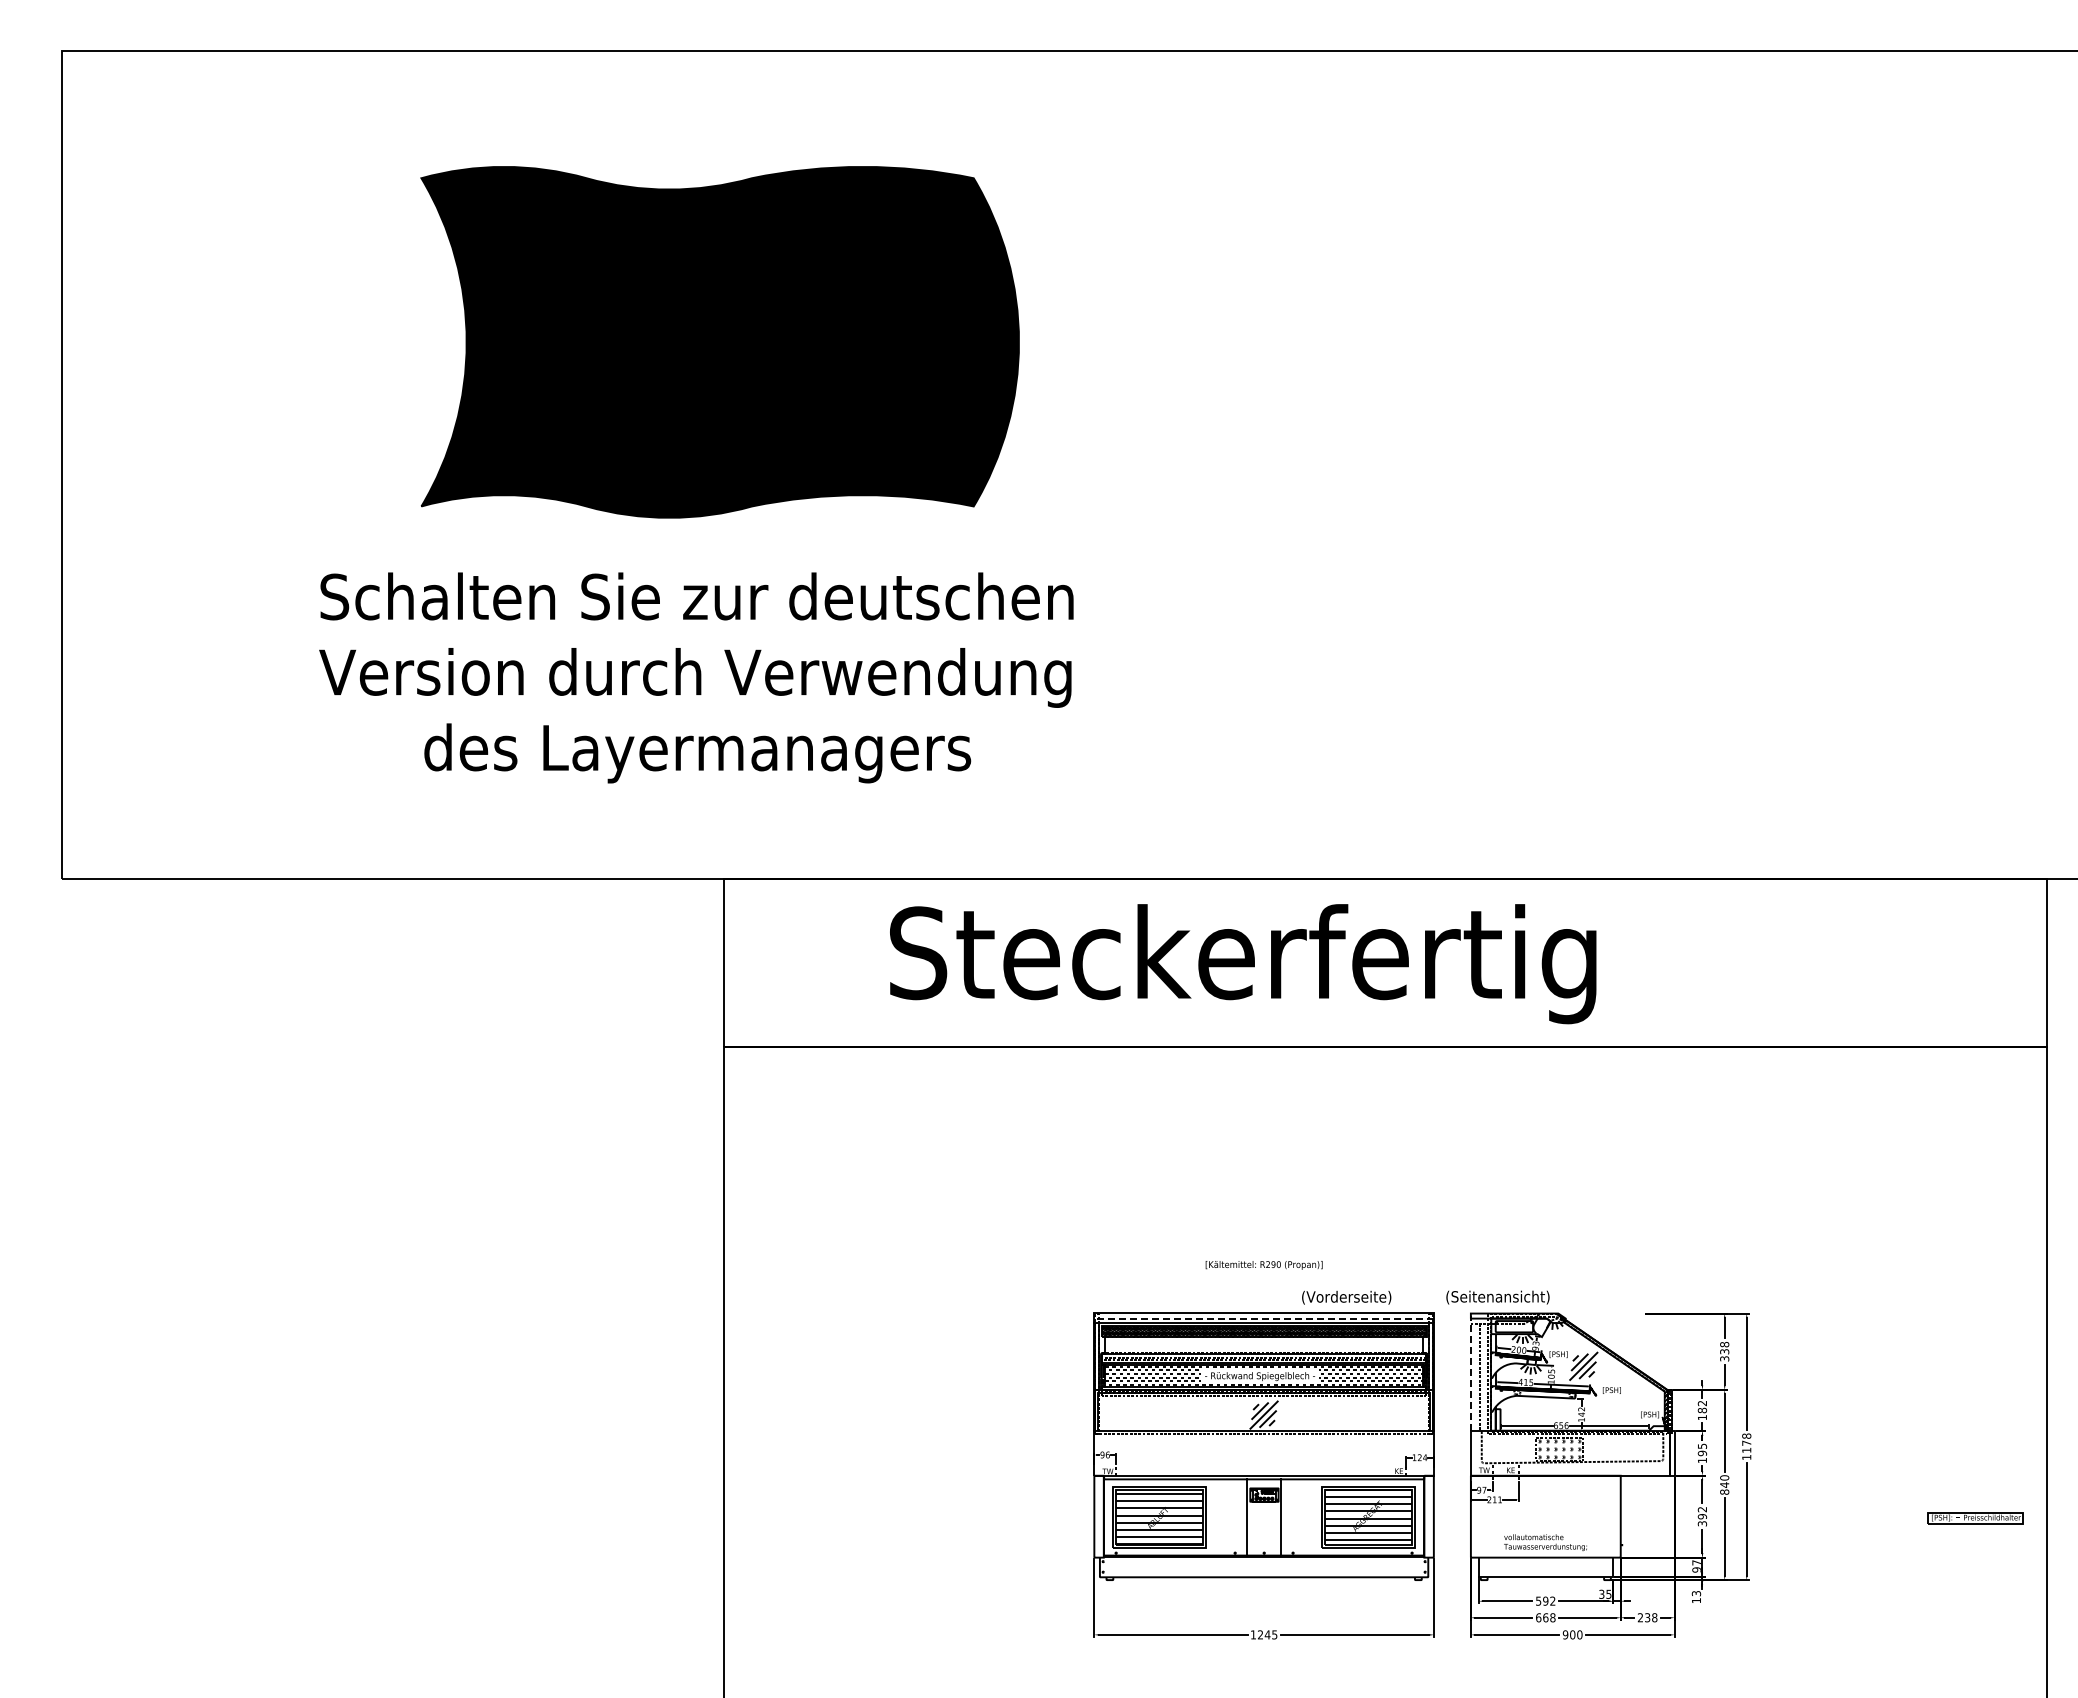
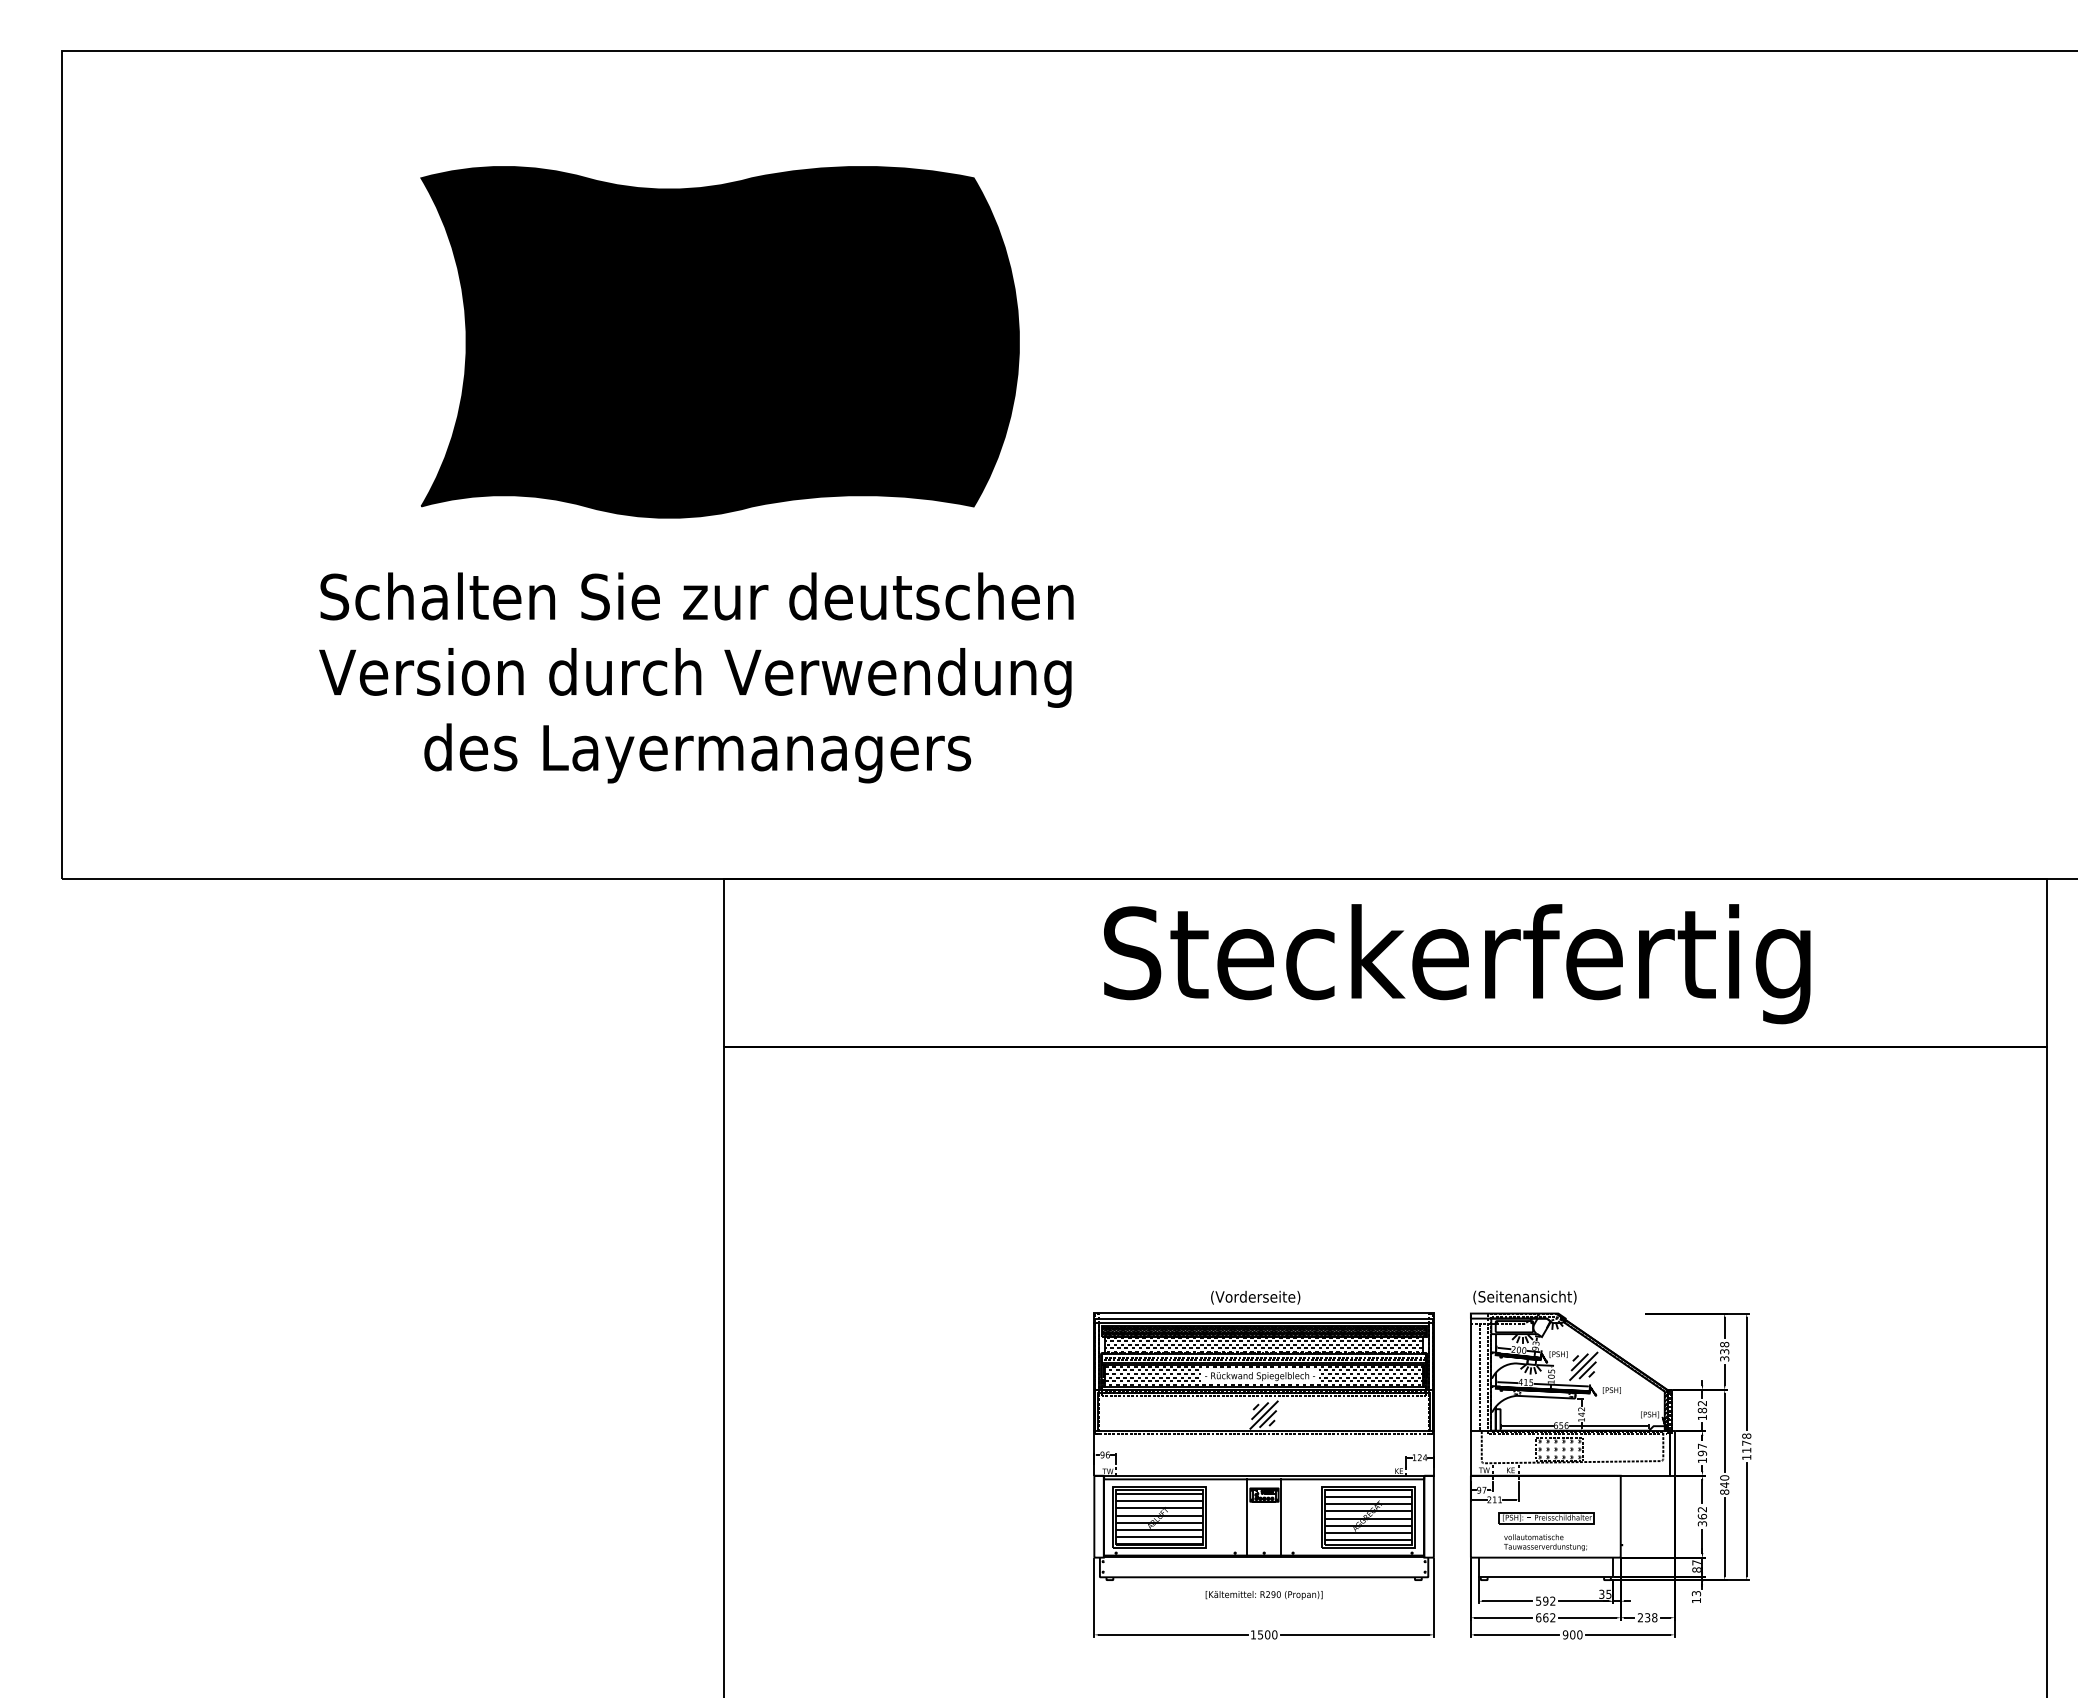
text at (1243, 964) position: (1243, 964) -> (1457, 964)
text at (1263, 1265) position: (1263, 1265) -> (1263, 1595)
text at (1346, 1297) position: (1346, 1297) -> (1255, 1297)
text at (1497, 1297) position: (1497, 1297) -> (1524, 1297)
line at (1264, 1318): dashed -> solid
hatch at (1264, 1344): none -> present
line at (1470, 1373): dashed -> solid
text at (1702, 1445): 195 -> 197
text at (1702, 1516): 392 -> 362
part at (1975, 1518) position: (1975, 1518) -> (1546, 1518)
text at (1696, 1569): 97 -> 87
text at (1552, 1617): 668 -> 662
text at (1267, 1634): 1245 -> 1500
